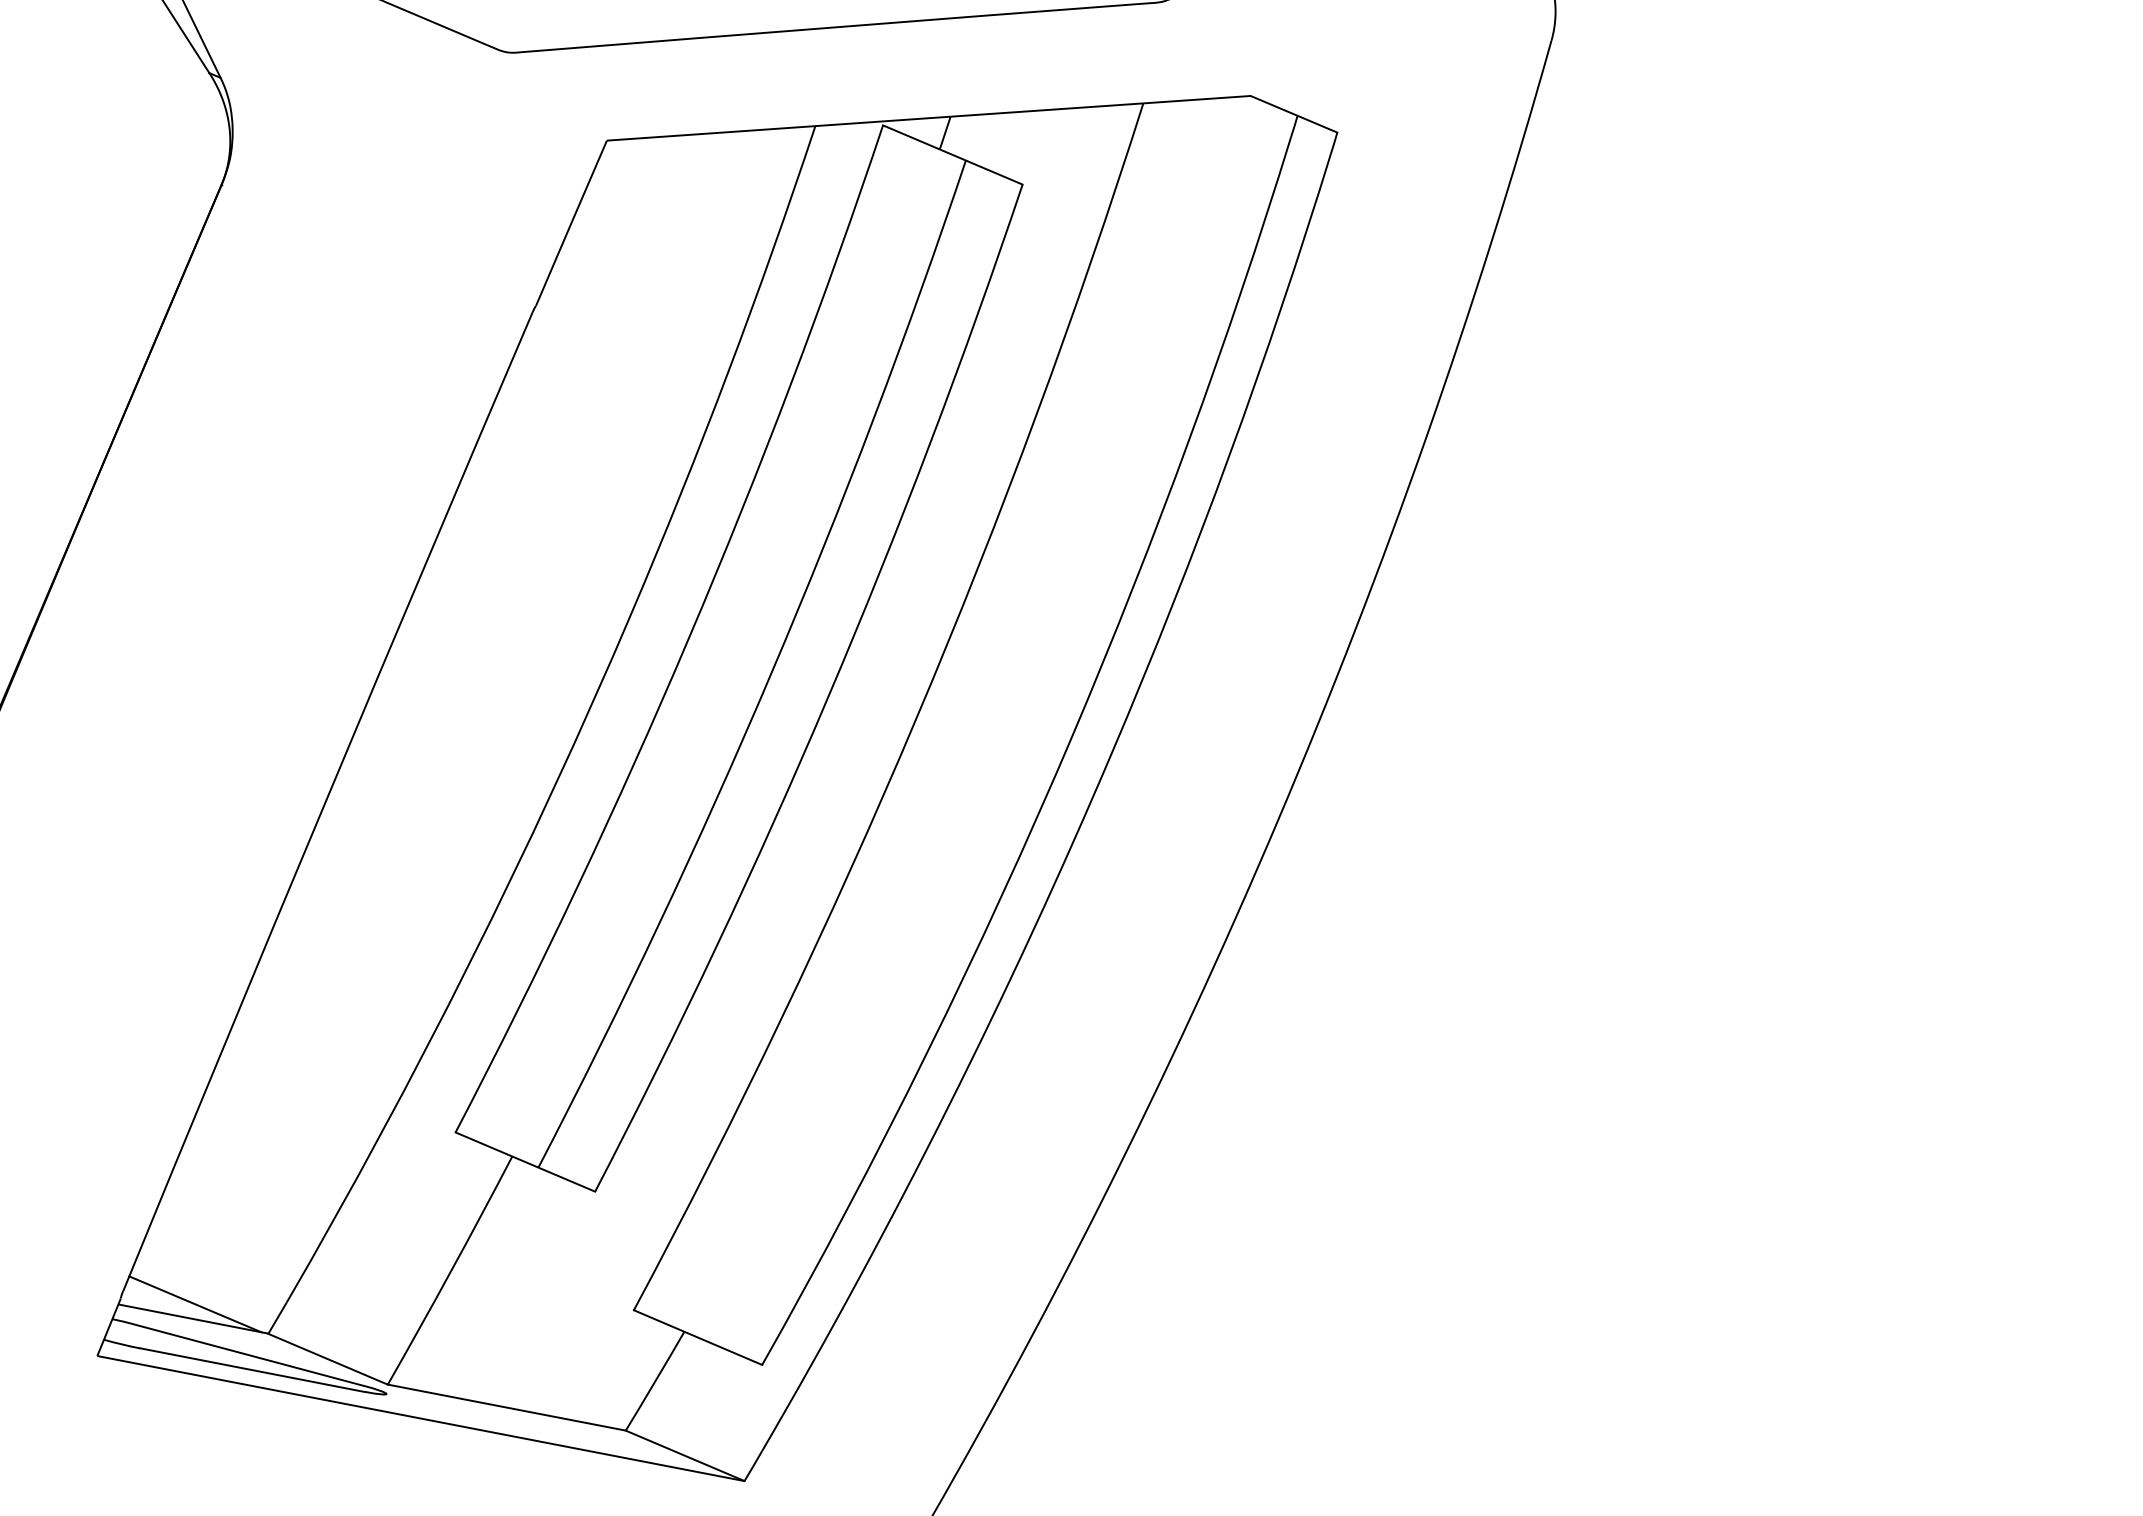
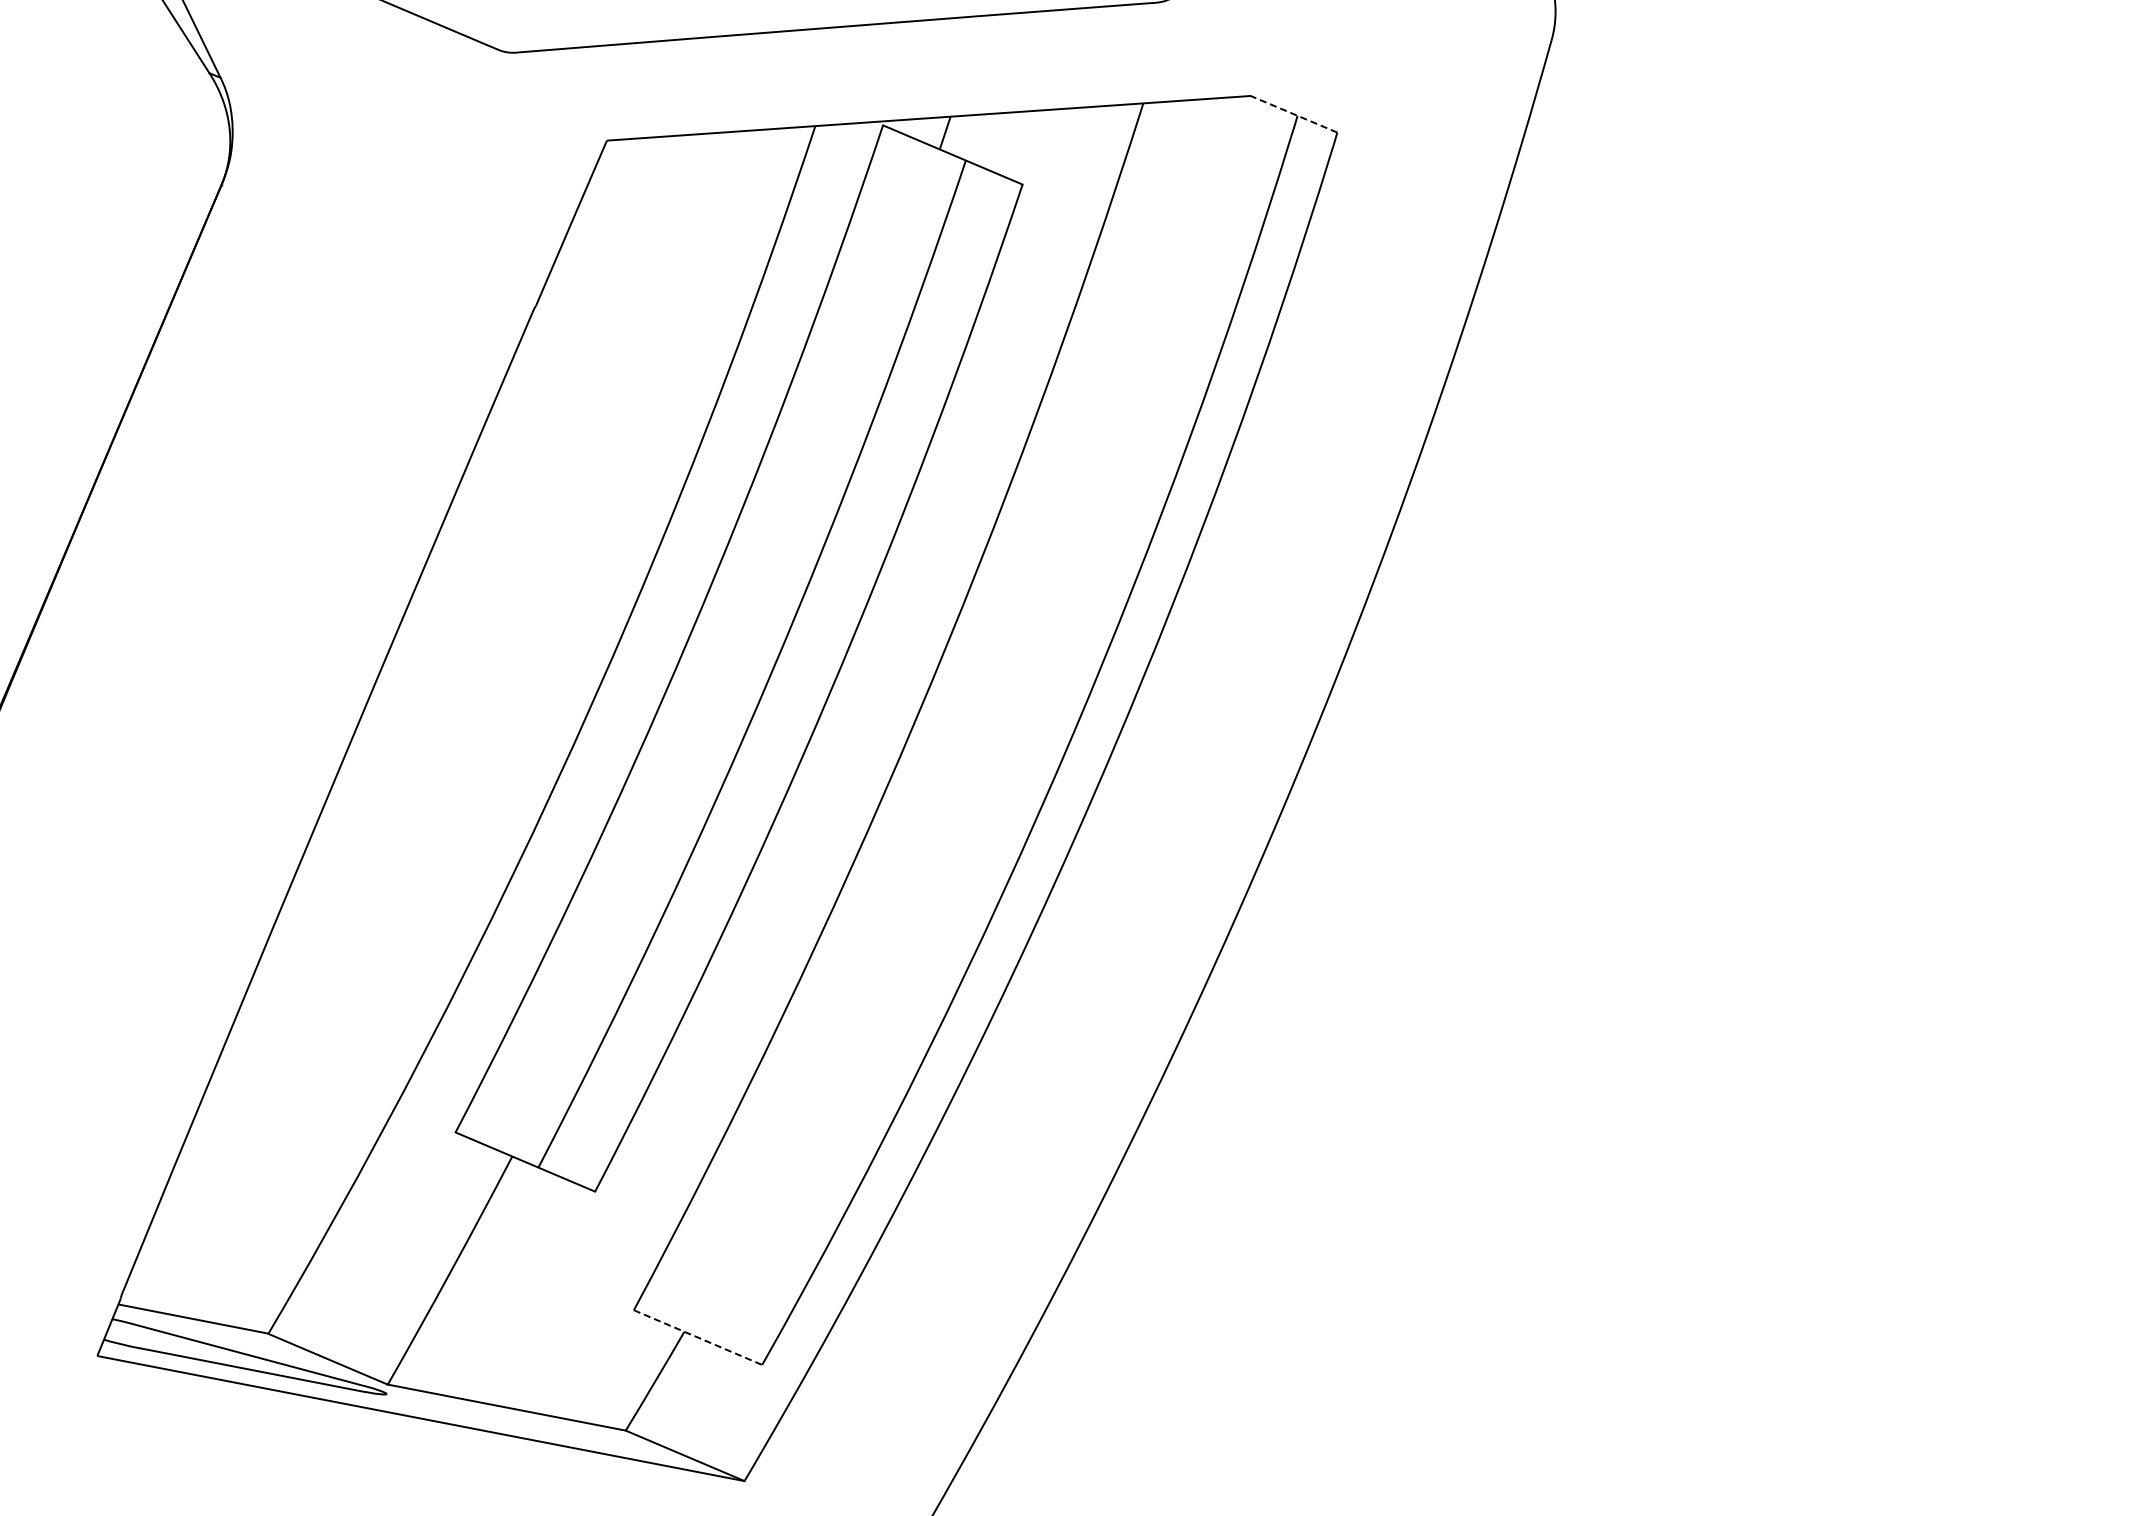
line at (1294, 114): solid -> dashed
line at (195, 1304): present -> none
line at (698, 1337): solid -> dashed
